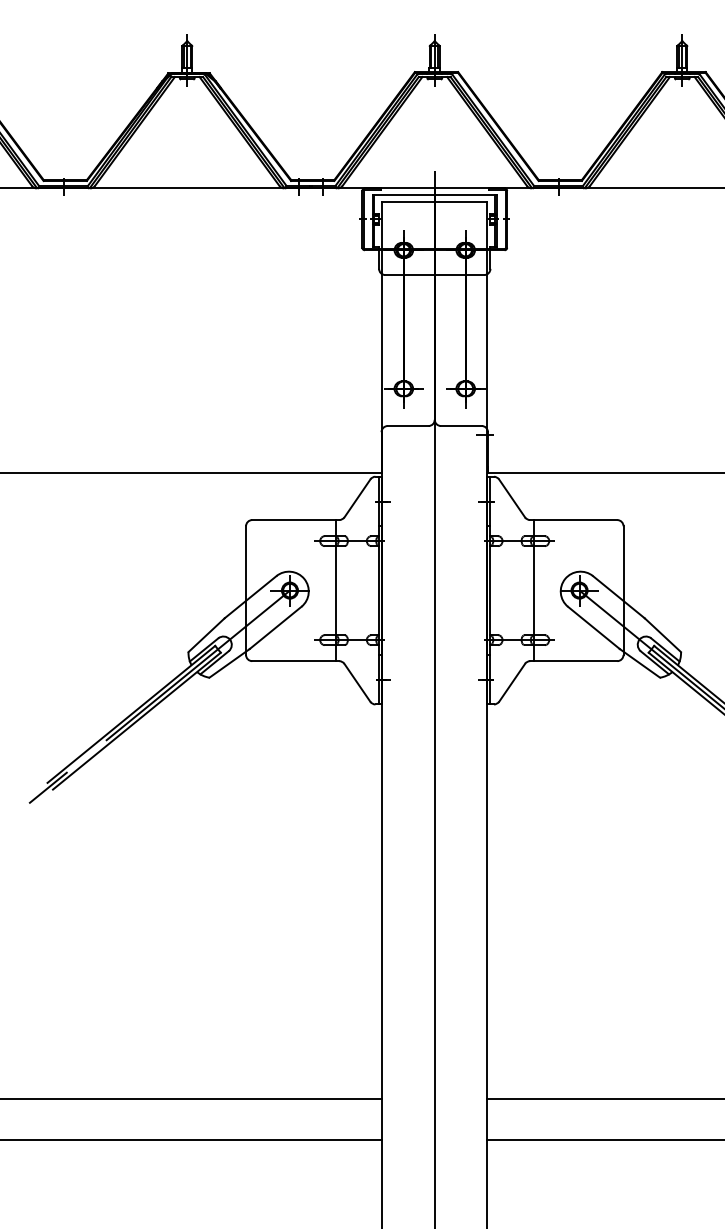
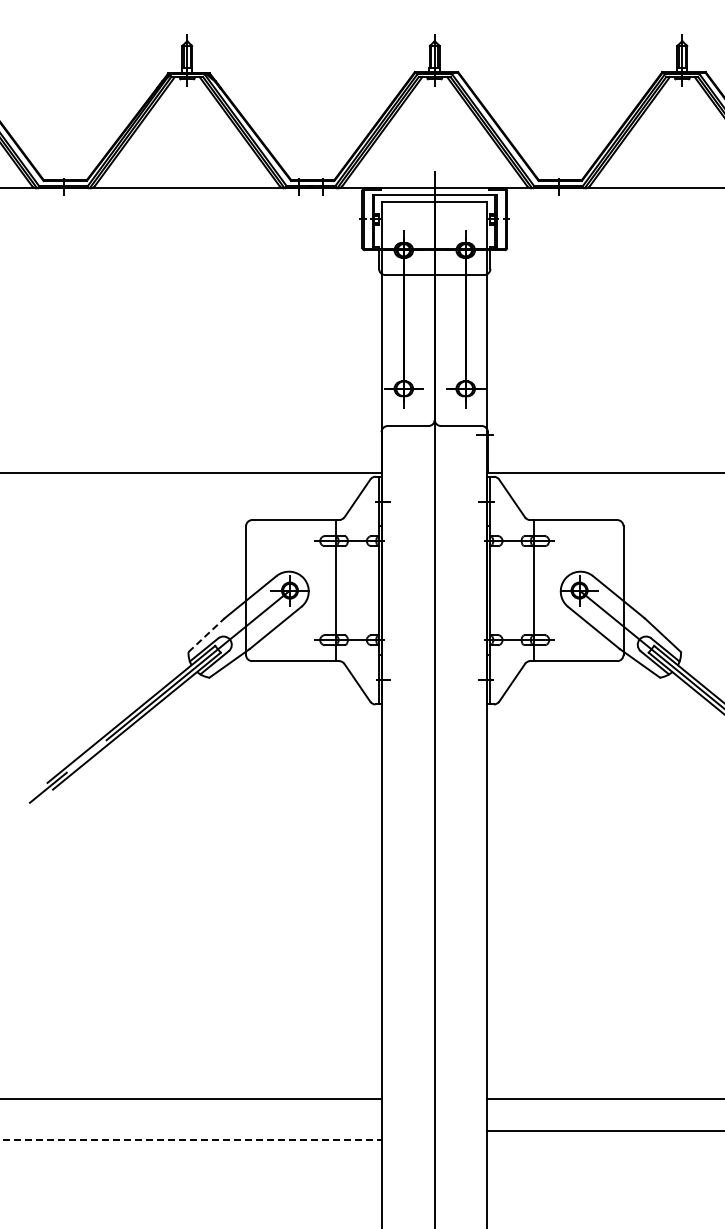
line at (206, 635): solid -> dashed
line at (191, 1140): solid -> dashed
line at (604, 1140) position: (604, 1140) -> (604, 1131)
